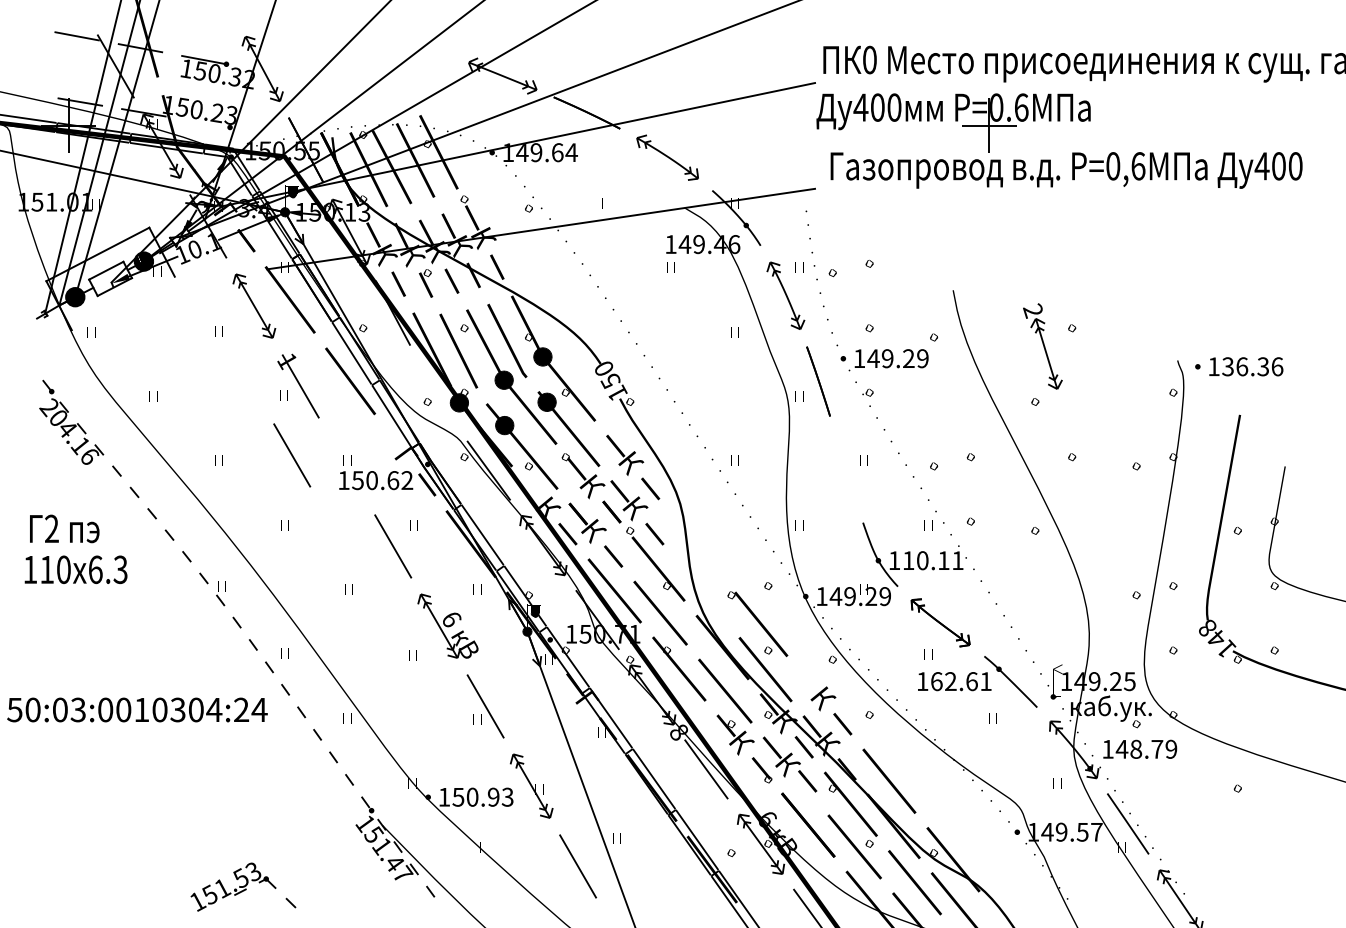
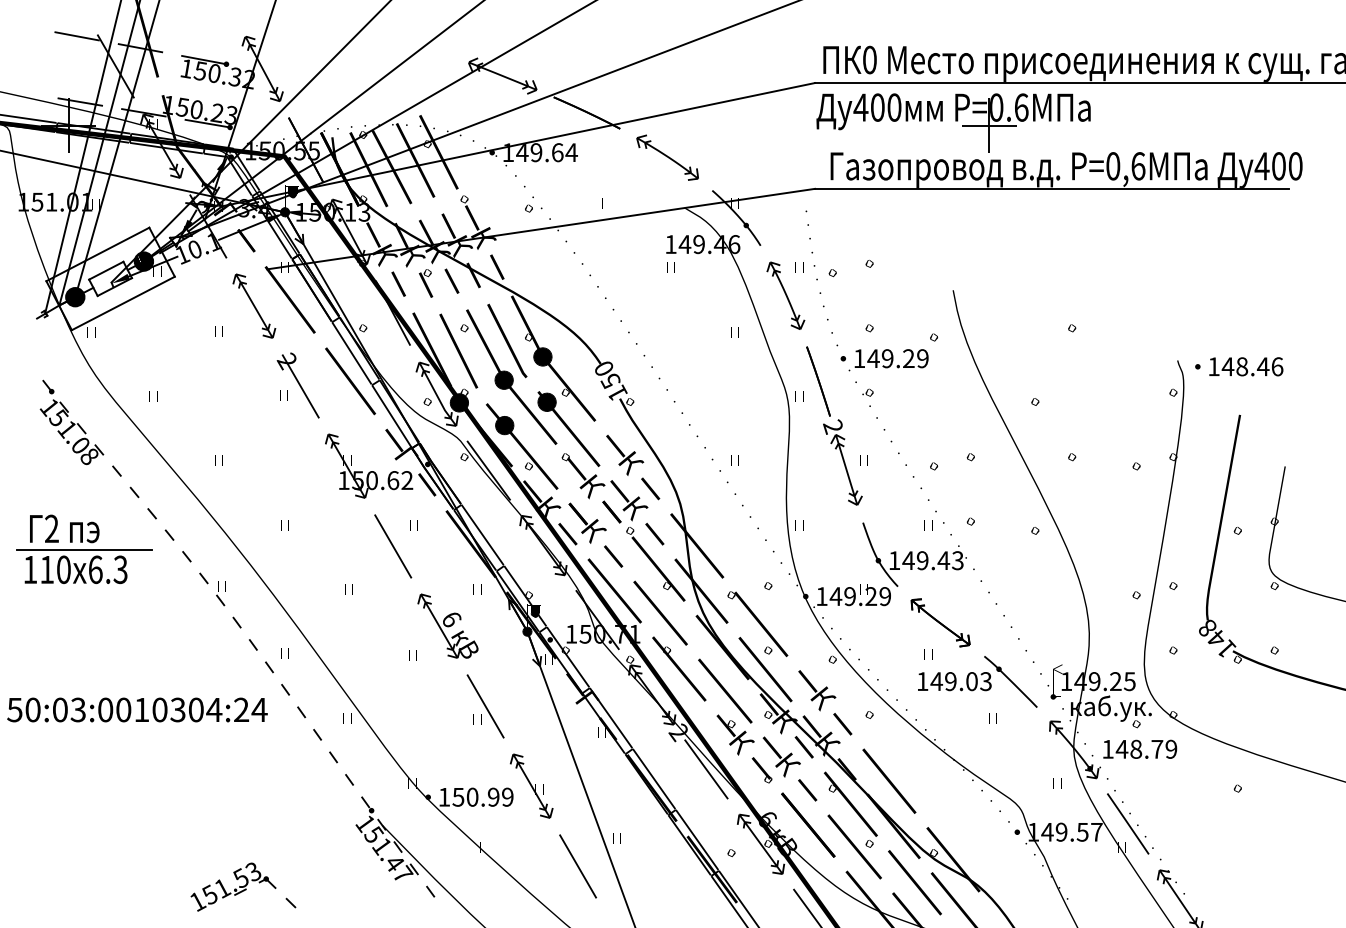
line at (1078, 83): none -> present
fill at (207, 123): none -> present
line at (1052, 188): none -> present
line at (122, 303): none -> present
text at (1042, 346) position: (1042, 346) -> (842, 462)
text at (286, 361): 1 -> 2
text at (1245, 366): 136.36 -> 148.46
fill at (436, 393): none -> present
text at (69, 431): 204.16 -> 151.08
fill at (394, 440): none -> present
line at (292, 455): present -> none
fill at (346, 465): none -> present
fill at (532, 491): none -> present
fill at (696, 545): none -> present
line at (84, 550): none -> present
text at (932, 560): 110.11 -> 149.43
fill at (701, 591): none -> present
fill at (807, 681): none -> present
text at (960, 681): 162.61 -> 149.03
text at (677, 732): 8 -> 2
line at (807, 781) position: (807, 781) -> (807, 790)
text at (507, 797): 150.93 -> 150.99
